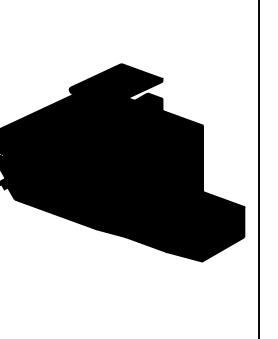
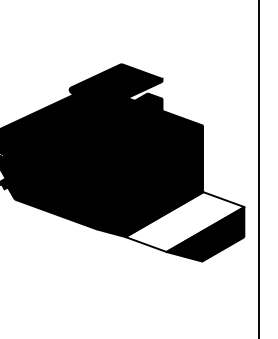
fill at (184, 221): present -> none
